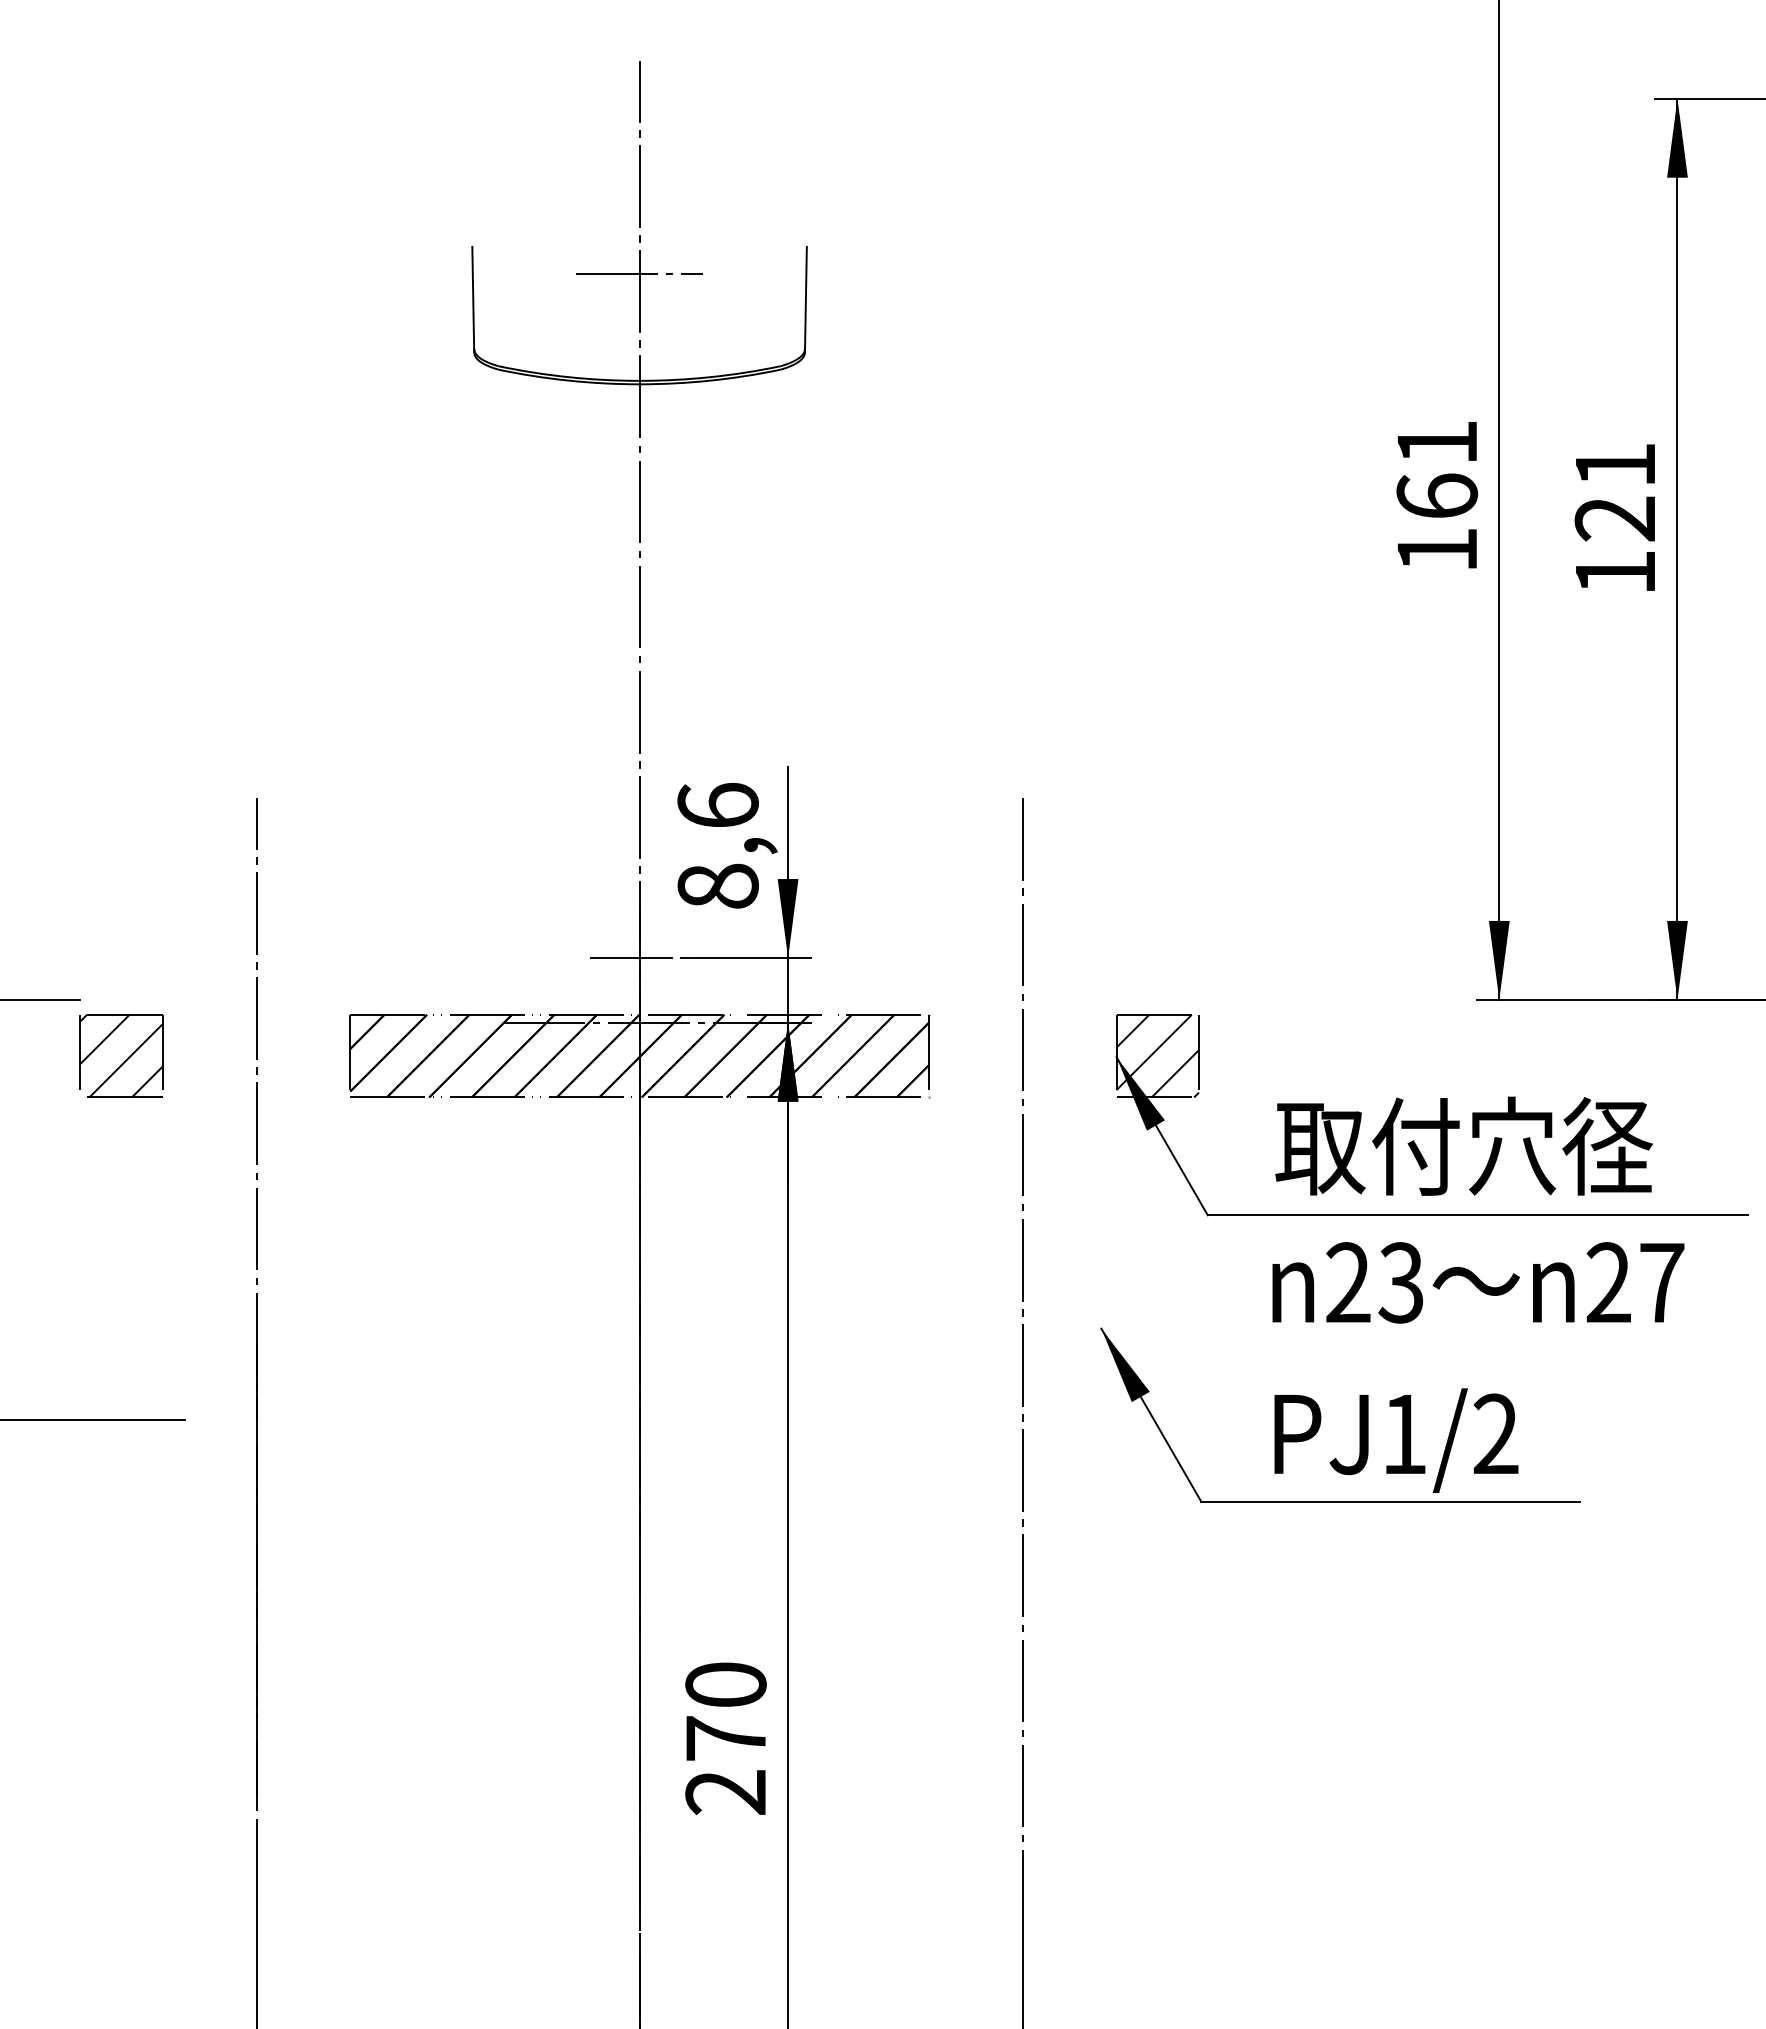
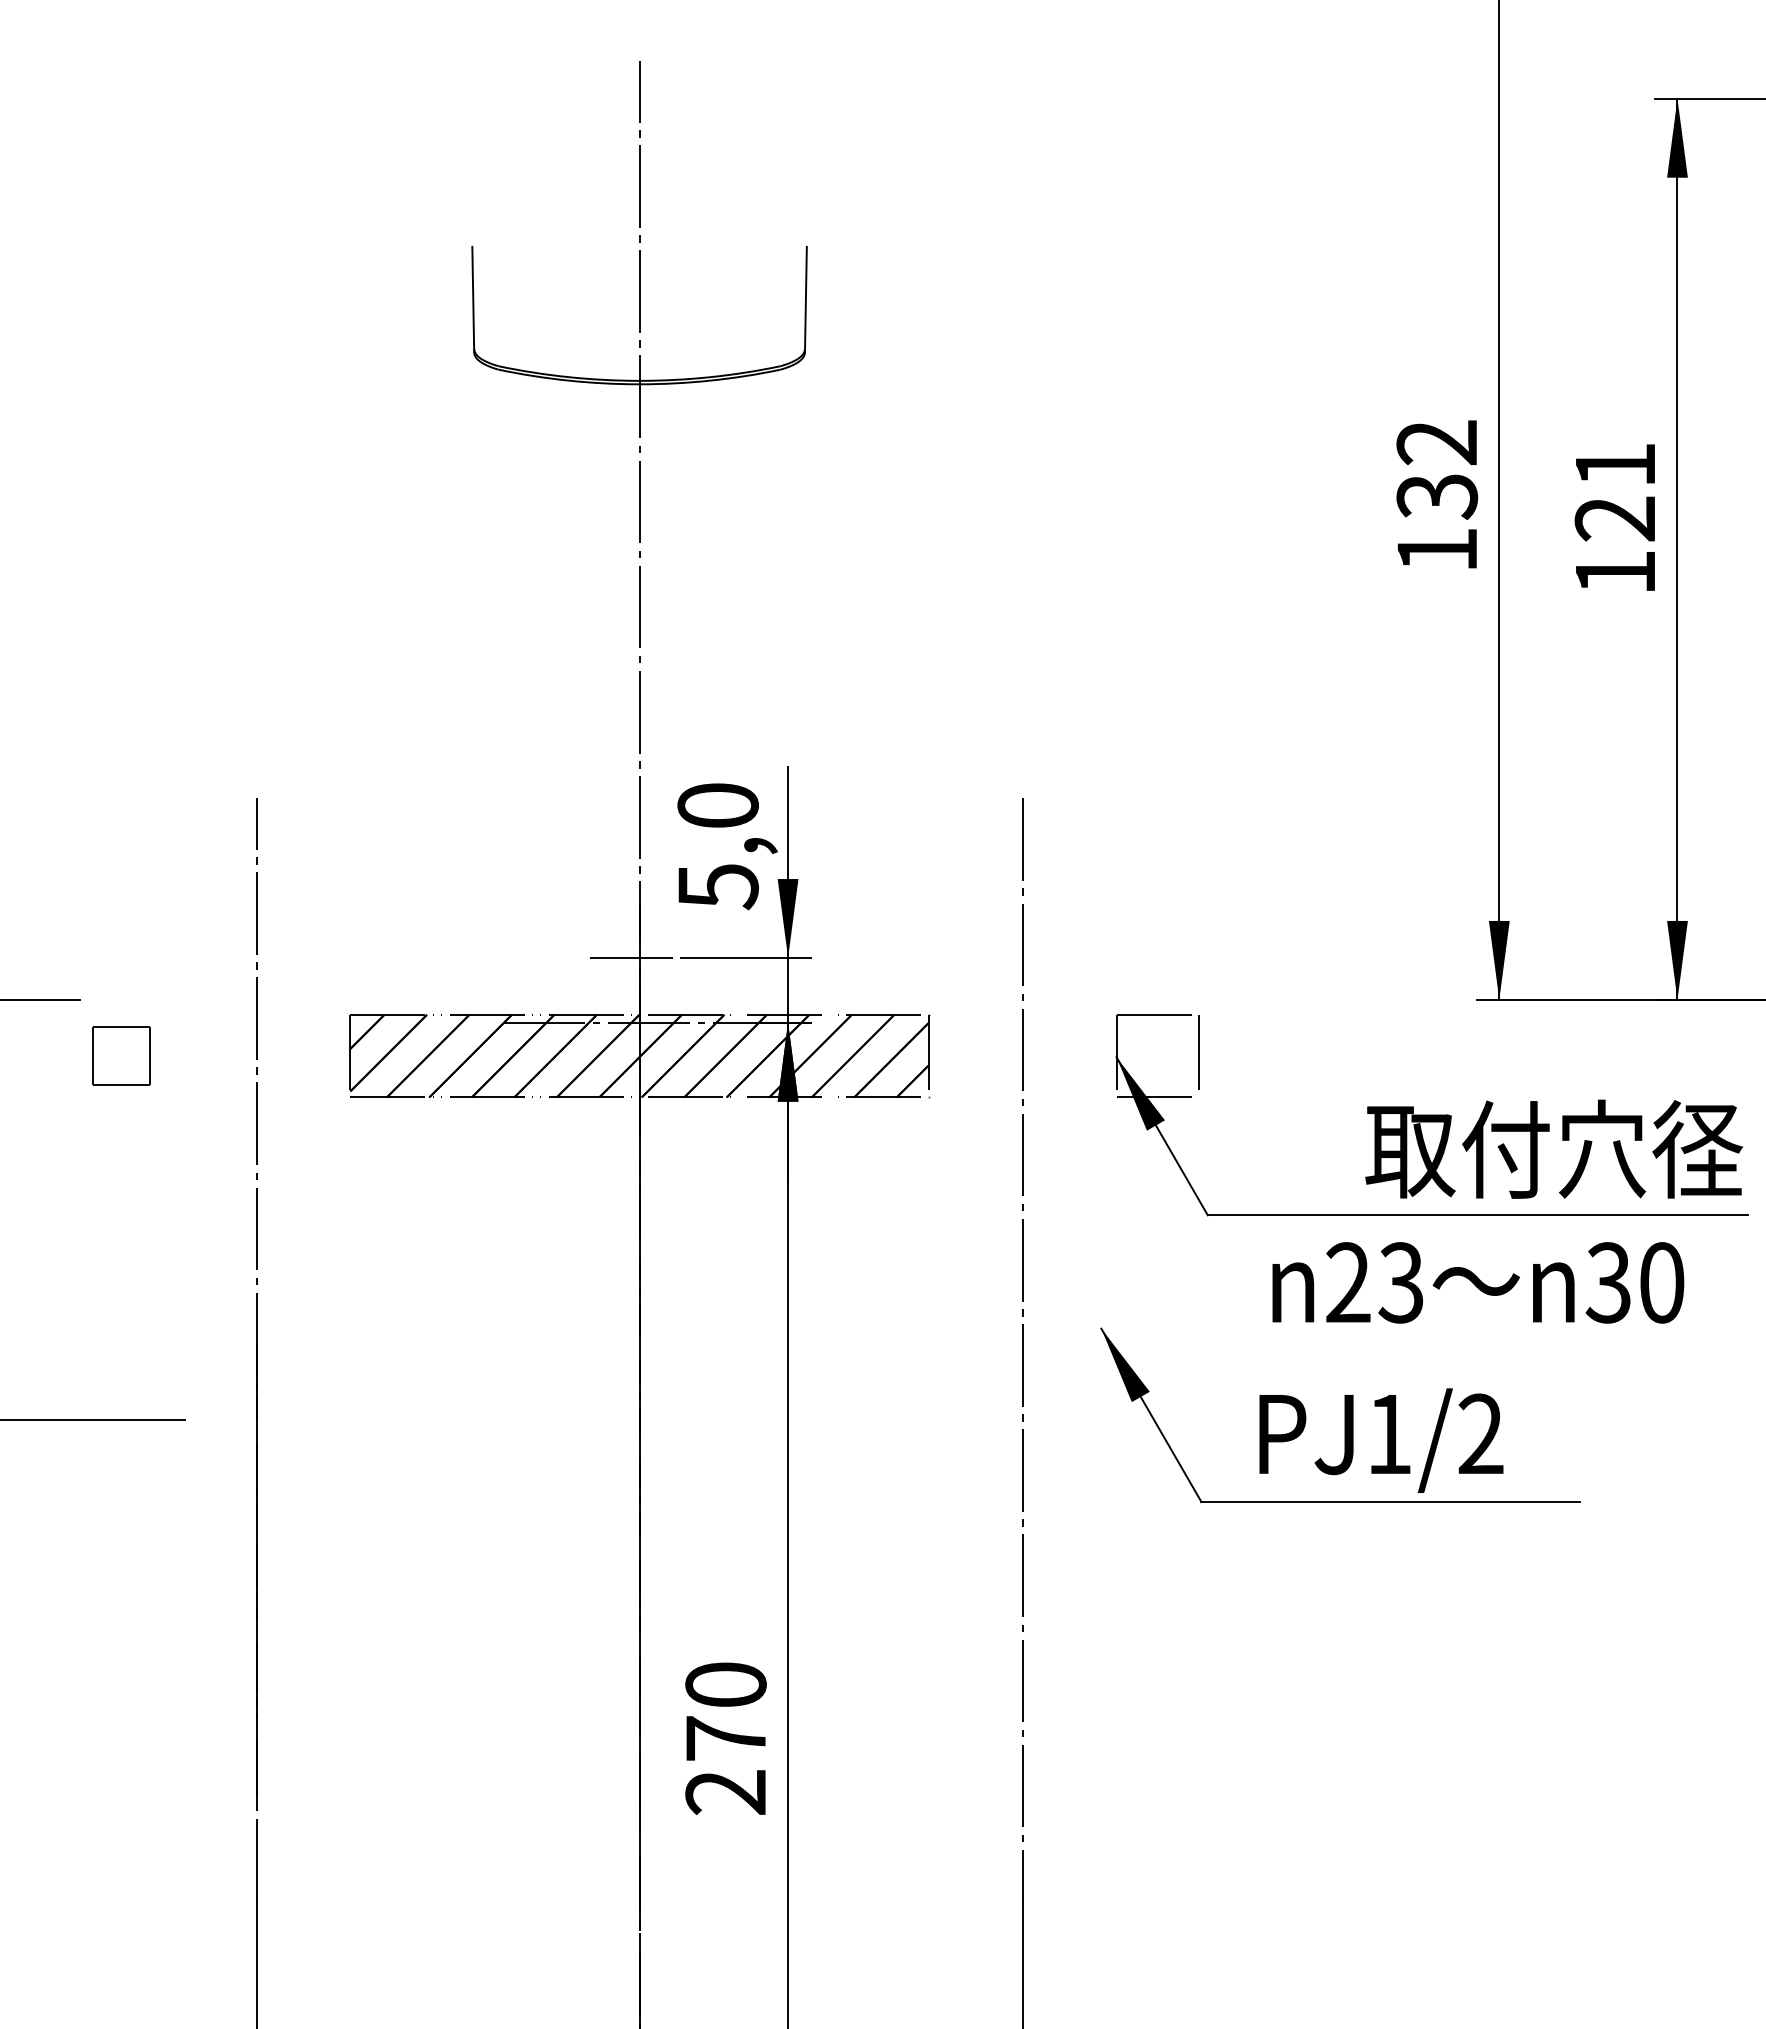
line at (639, 274): present -> none
text at (1437, 470): 161 -> 132
text at (717, 846): 8,6 -> 5,0
part at (121, 1055) size: 85x84 px -> 59x60 px
hatch at (1157, 1055): present -> none
text at (1464, 1145) position: (1464, 1145) -> (1554, 1148)
text at (1634, 1282): 27 -> 30
text at (1396, 1440) position: (1396, 1440) -> (1381, 1440)
